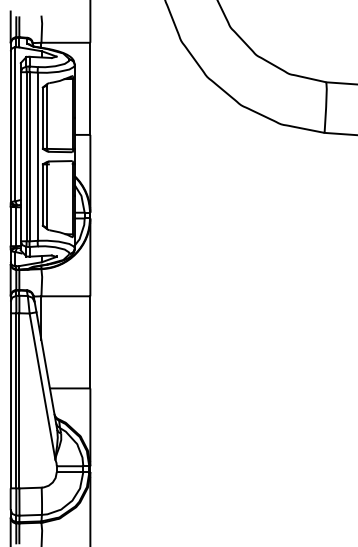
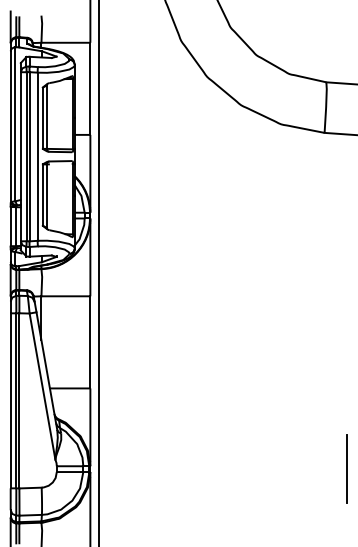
line at (98, 272): none -> present
line at (347, 469): none -> present
